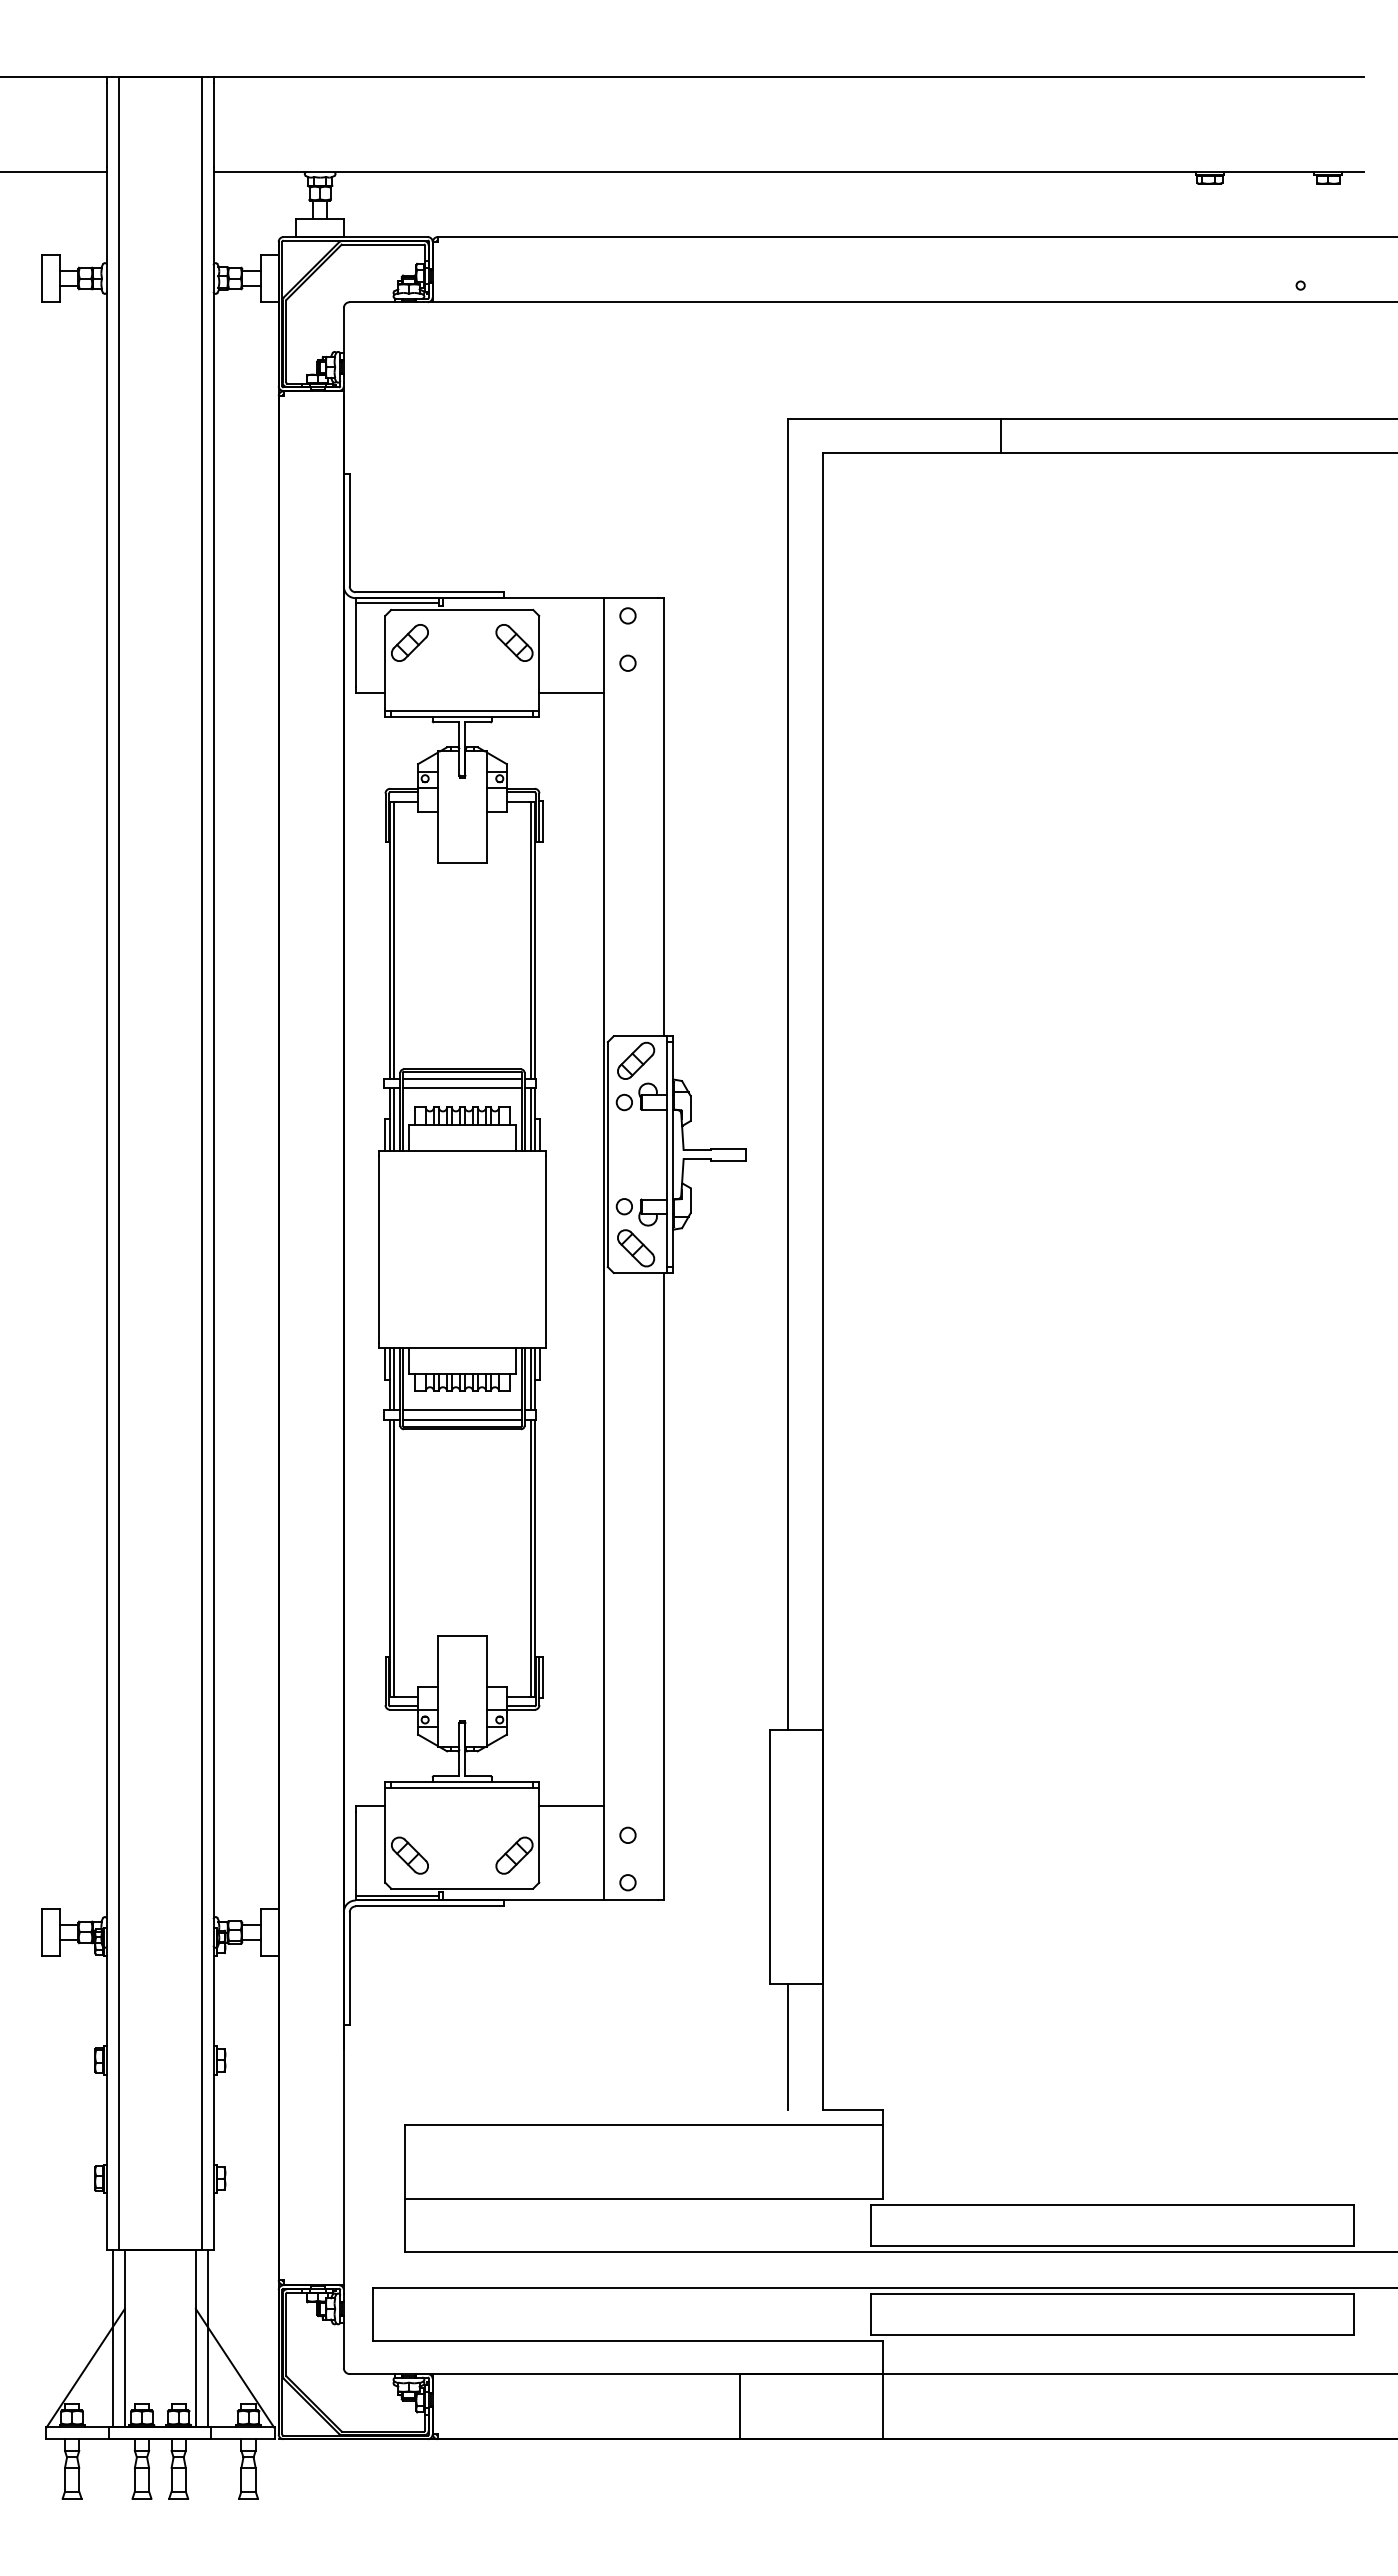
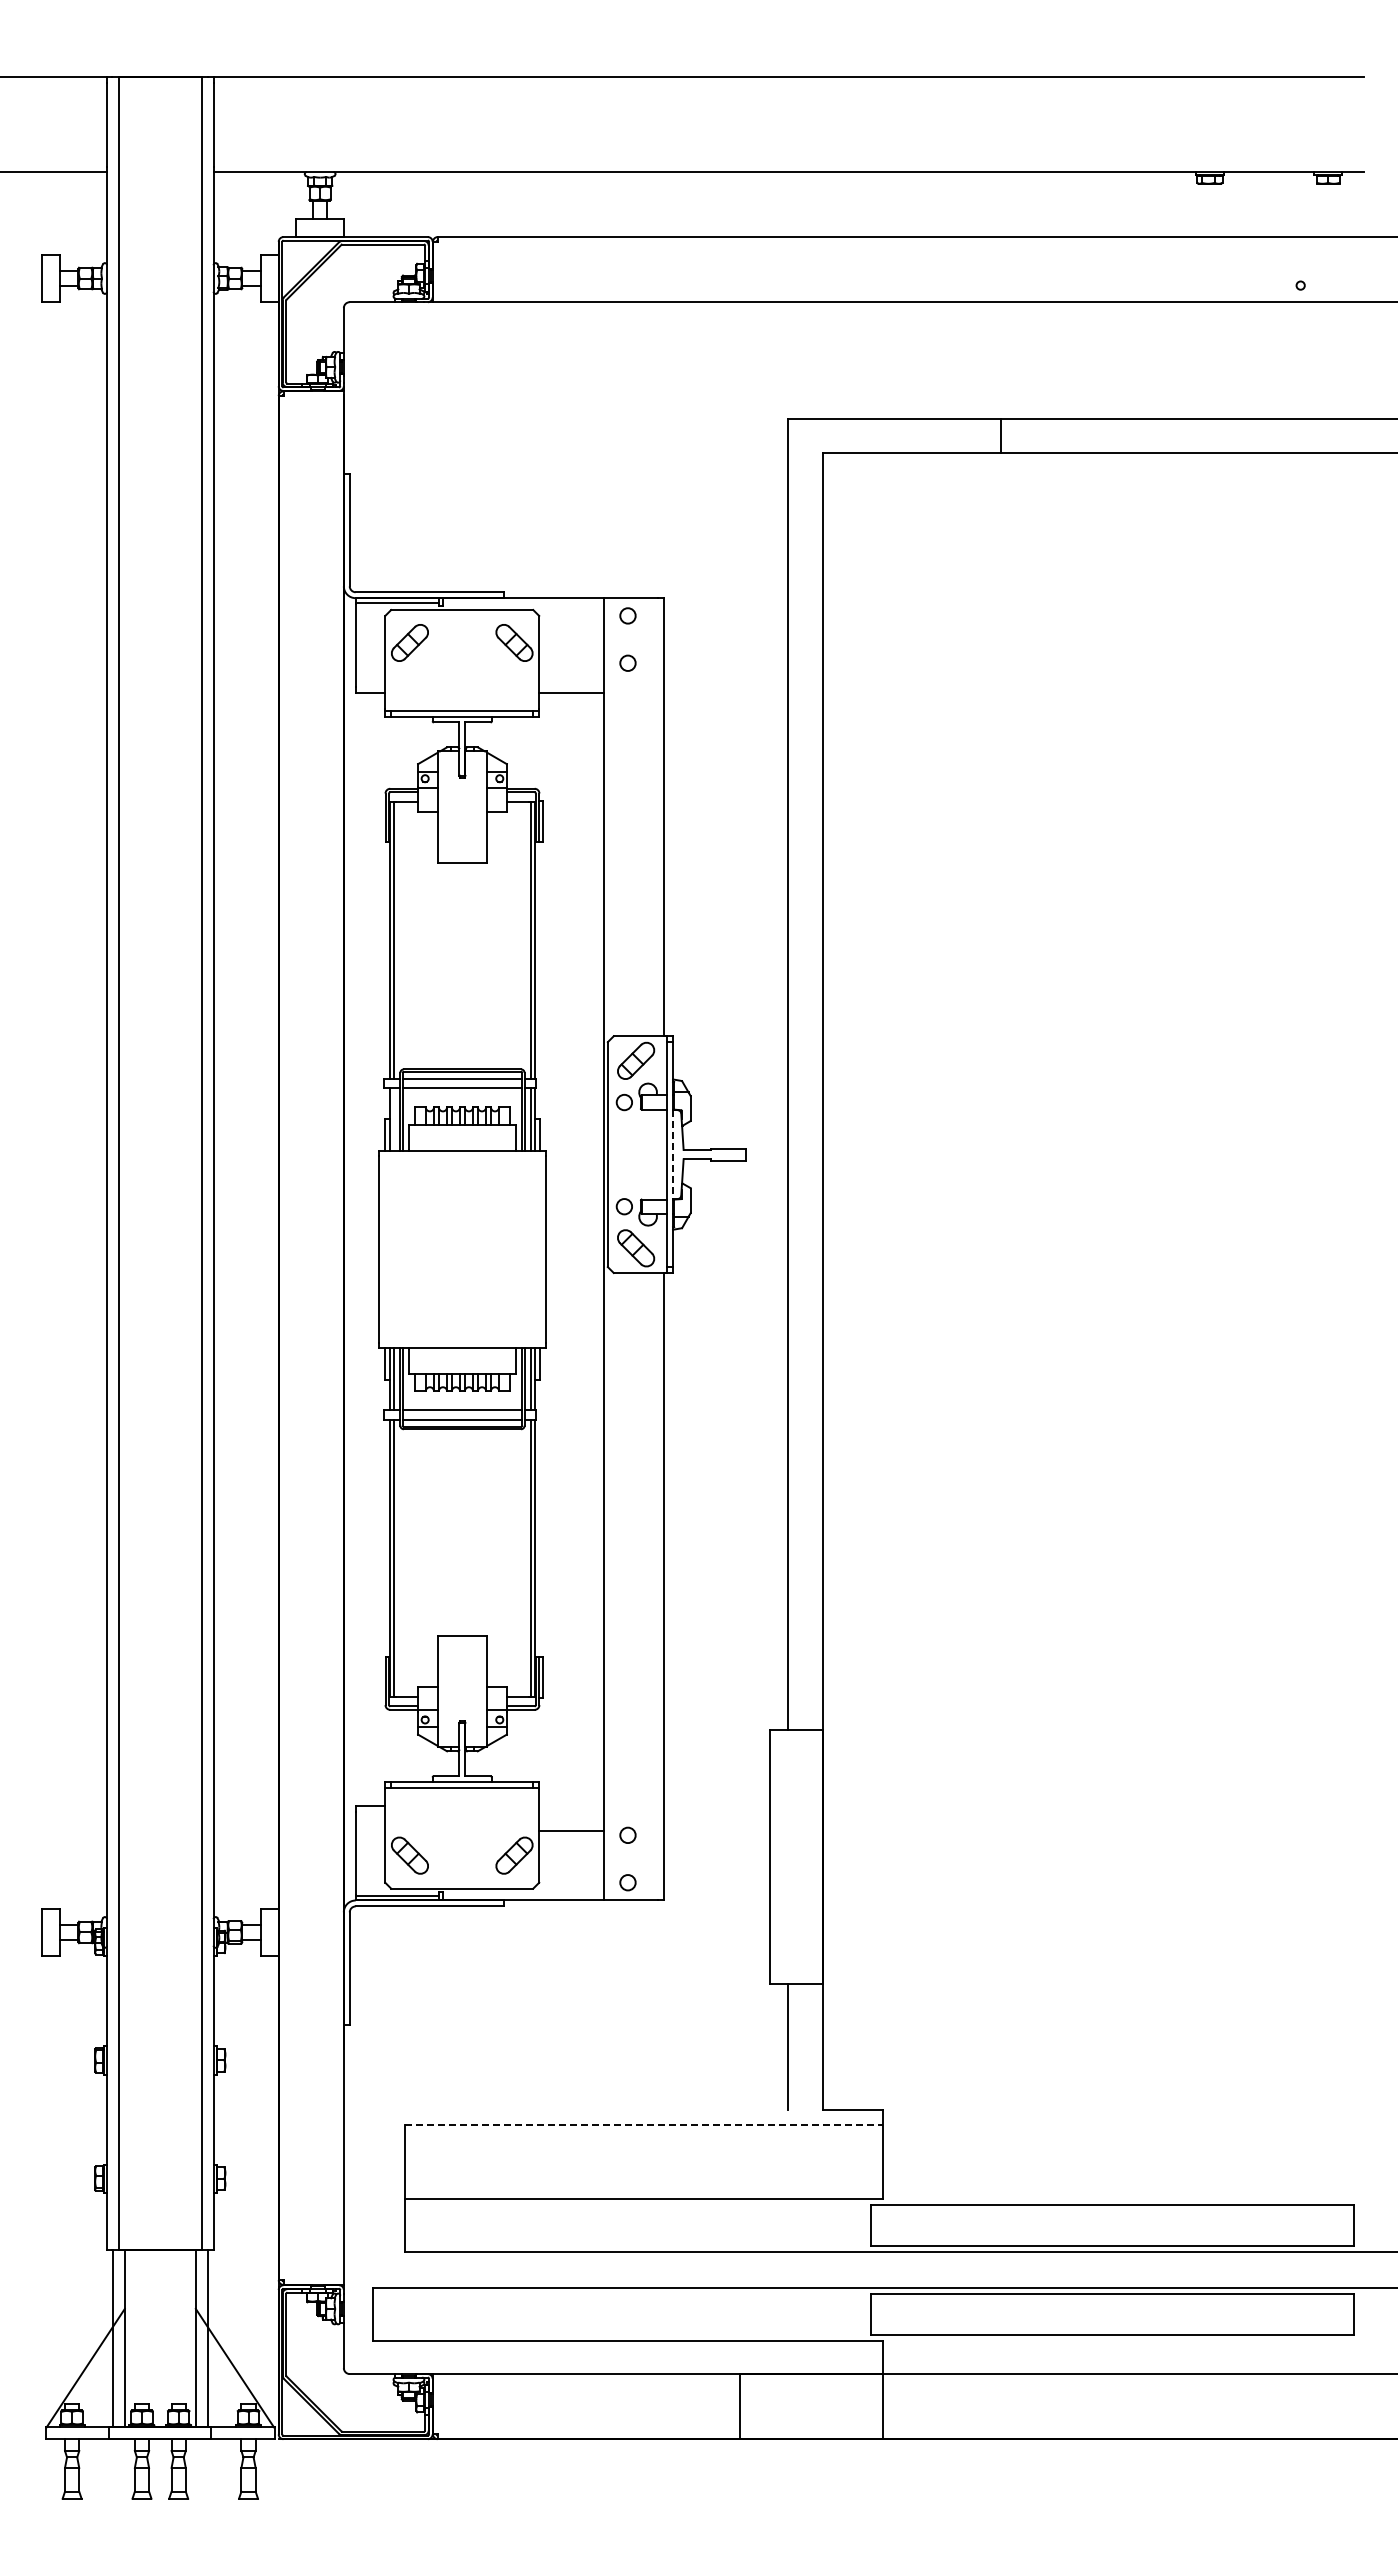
line at (394, 1119): present -> none
line at (672, 1155): solid -> dashed
line at (571, 1805) position: (571, 1805) -> (571, 1830)
line at (643, 2125): solid -> dashed
